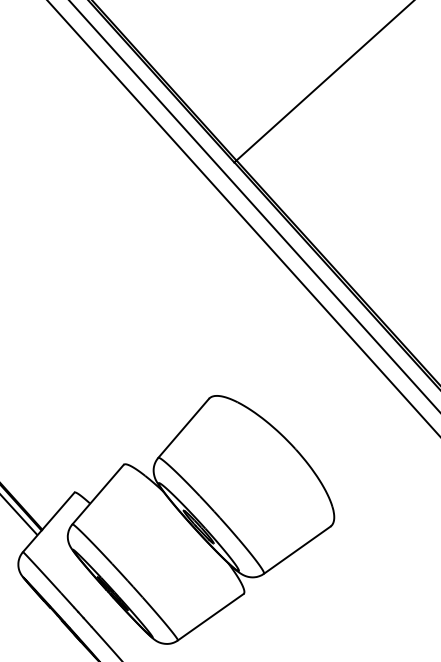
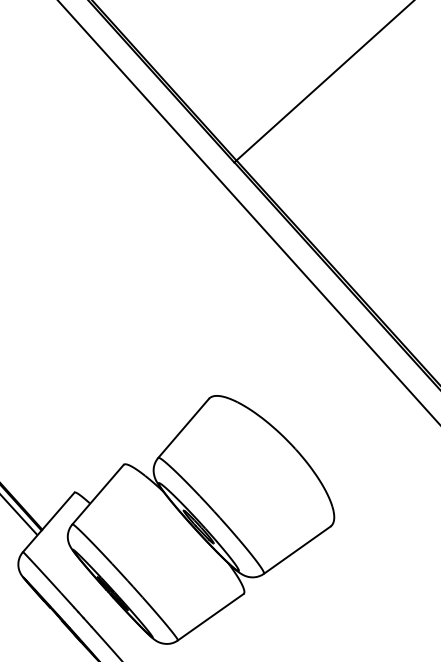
line at (254, 205): present -> none
line at (243, 217) position: (243, 217) -> (248, 212)
